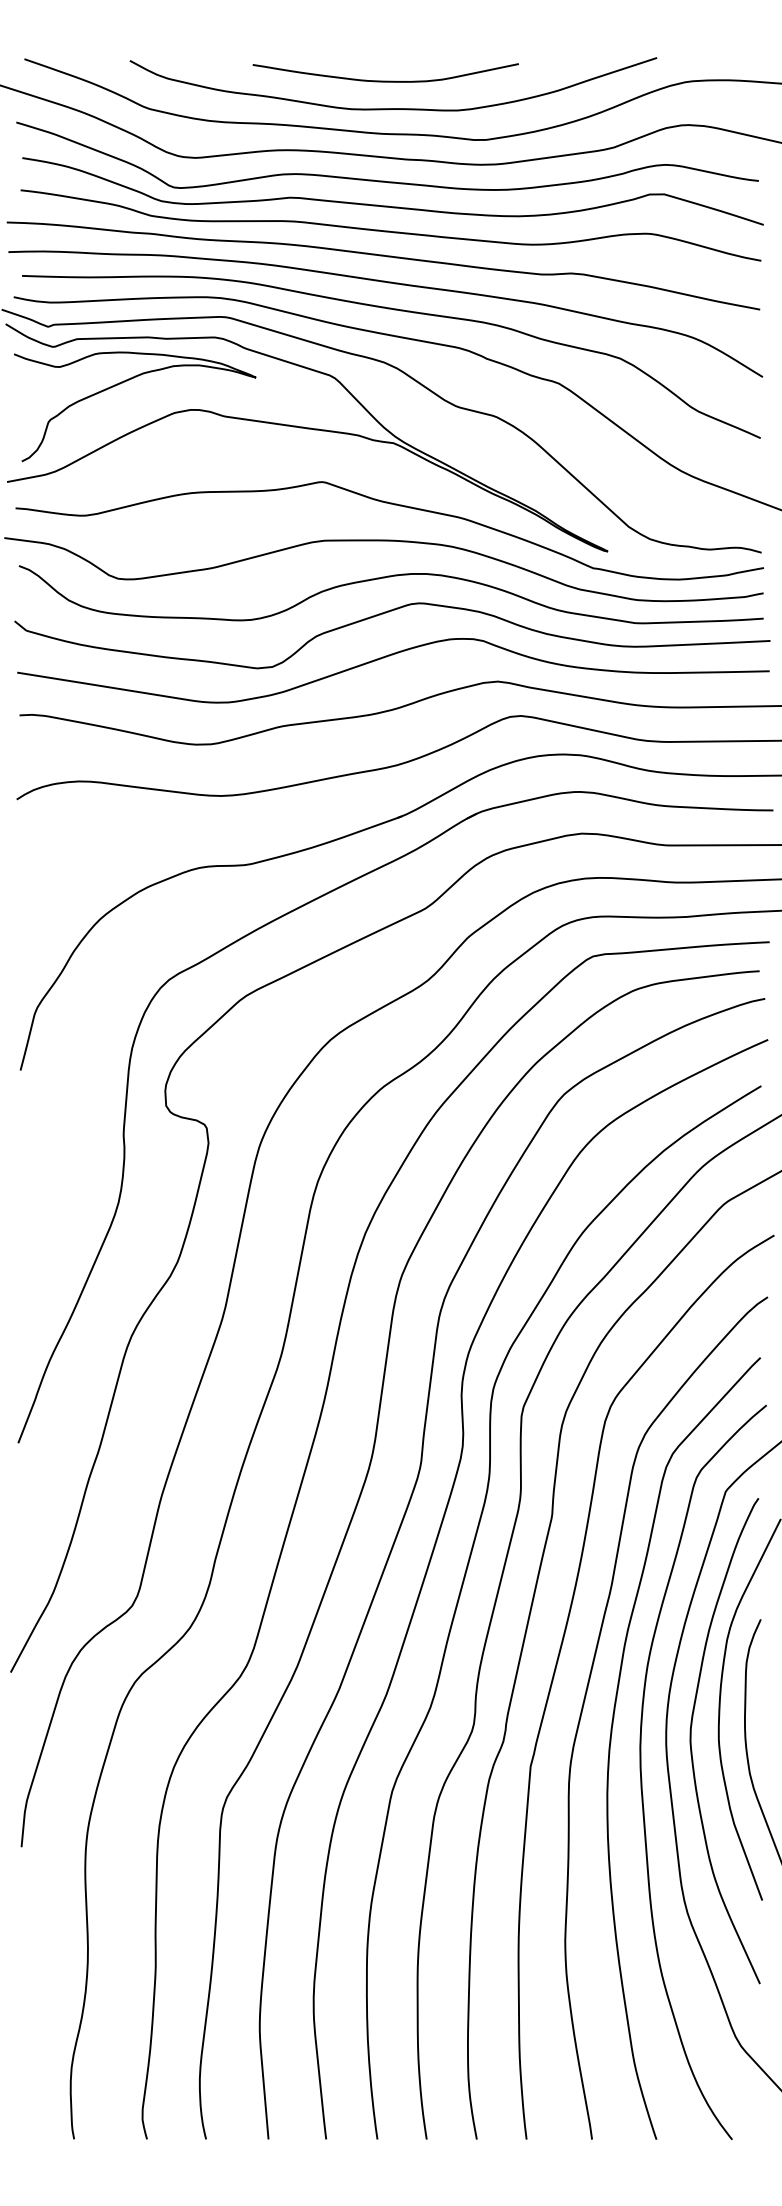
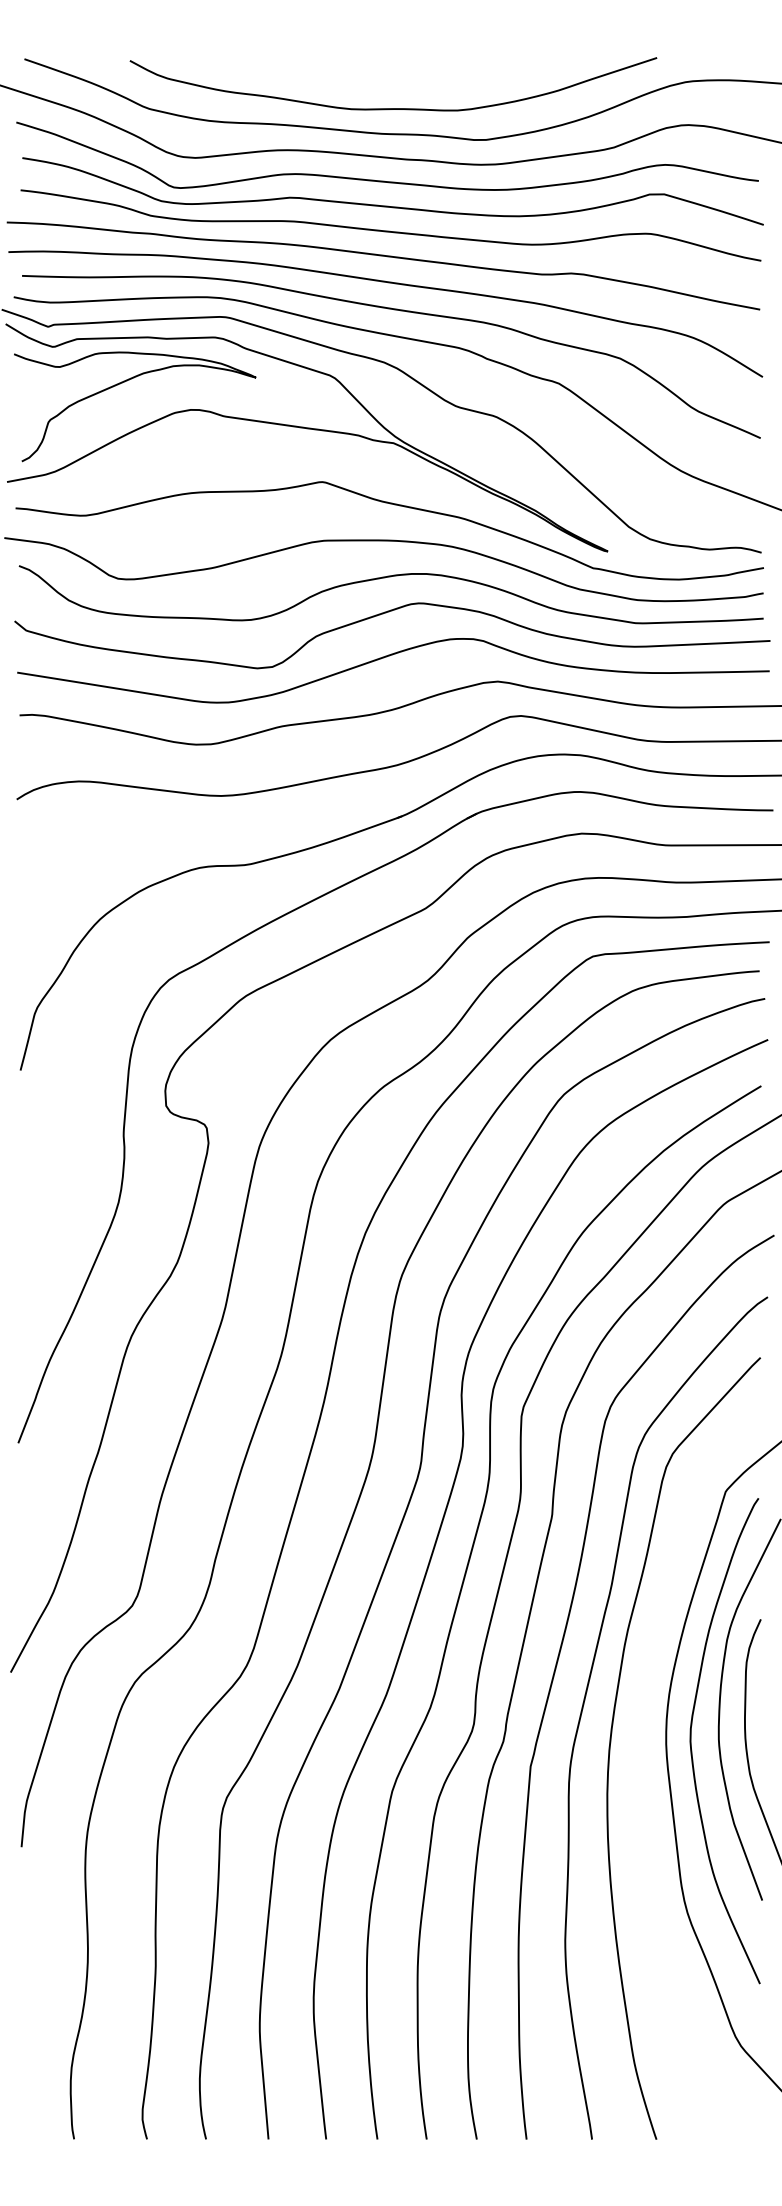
curve at (385, 80): present -> none
curve at (642, 1778): present -> none
